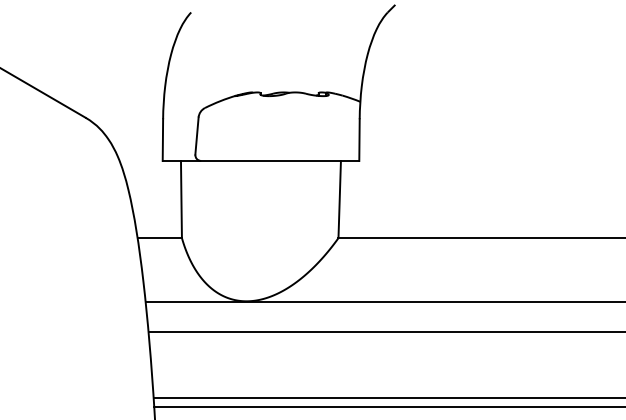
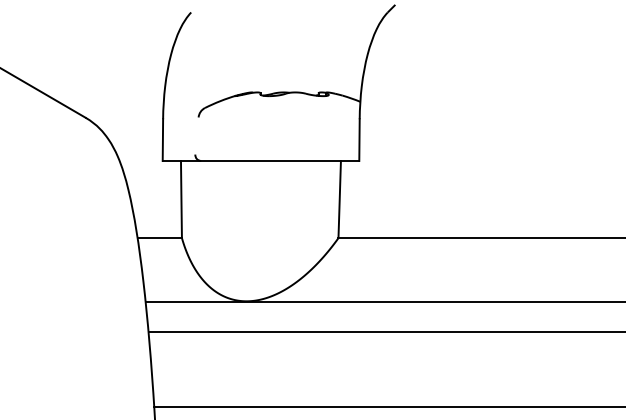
line at (196, 135): present -> none
line at (387, 398): present -> none
